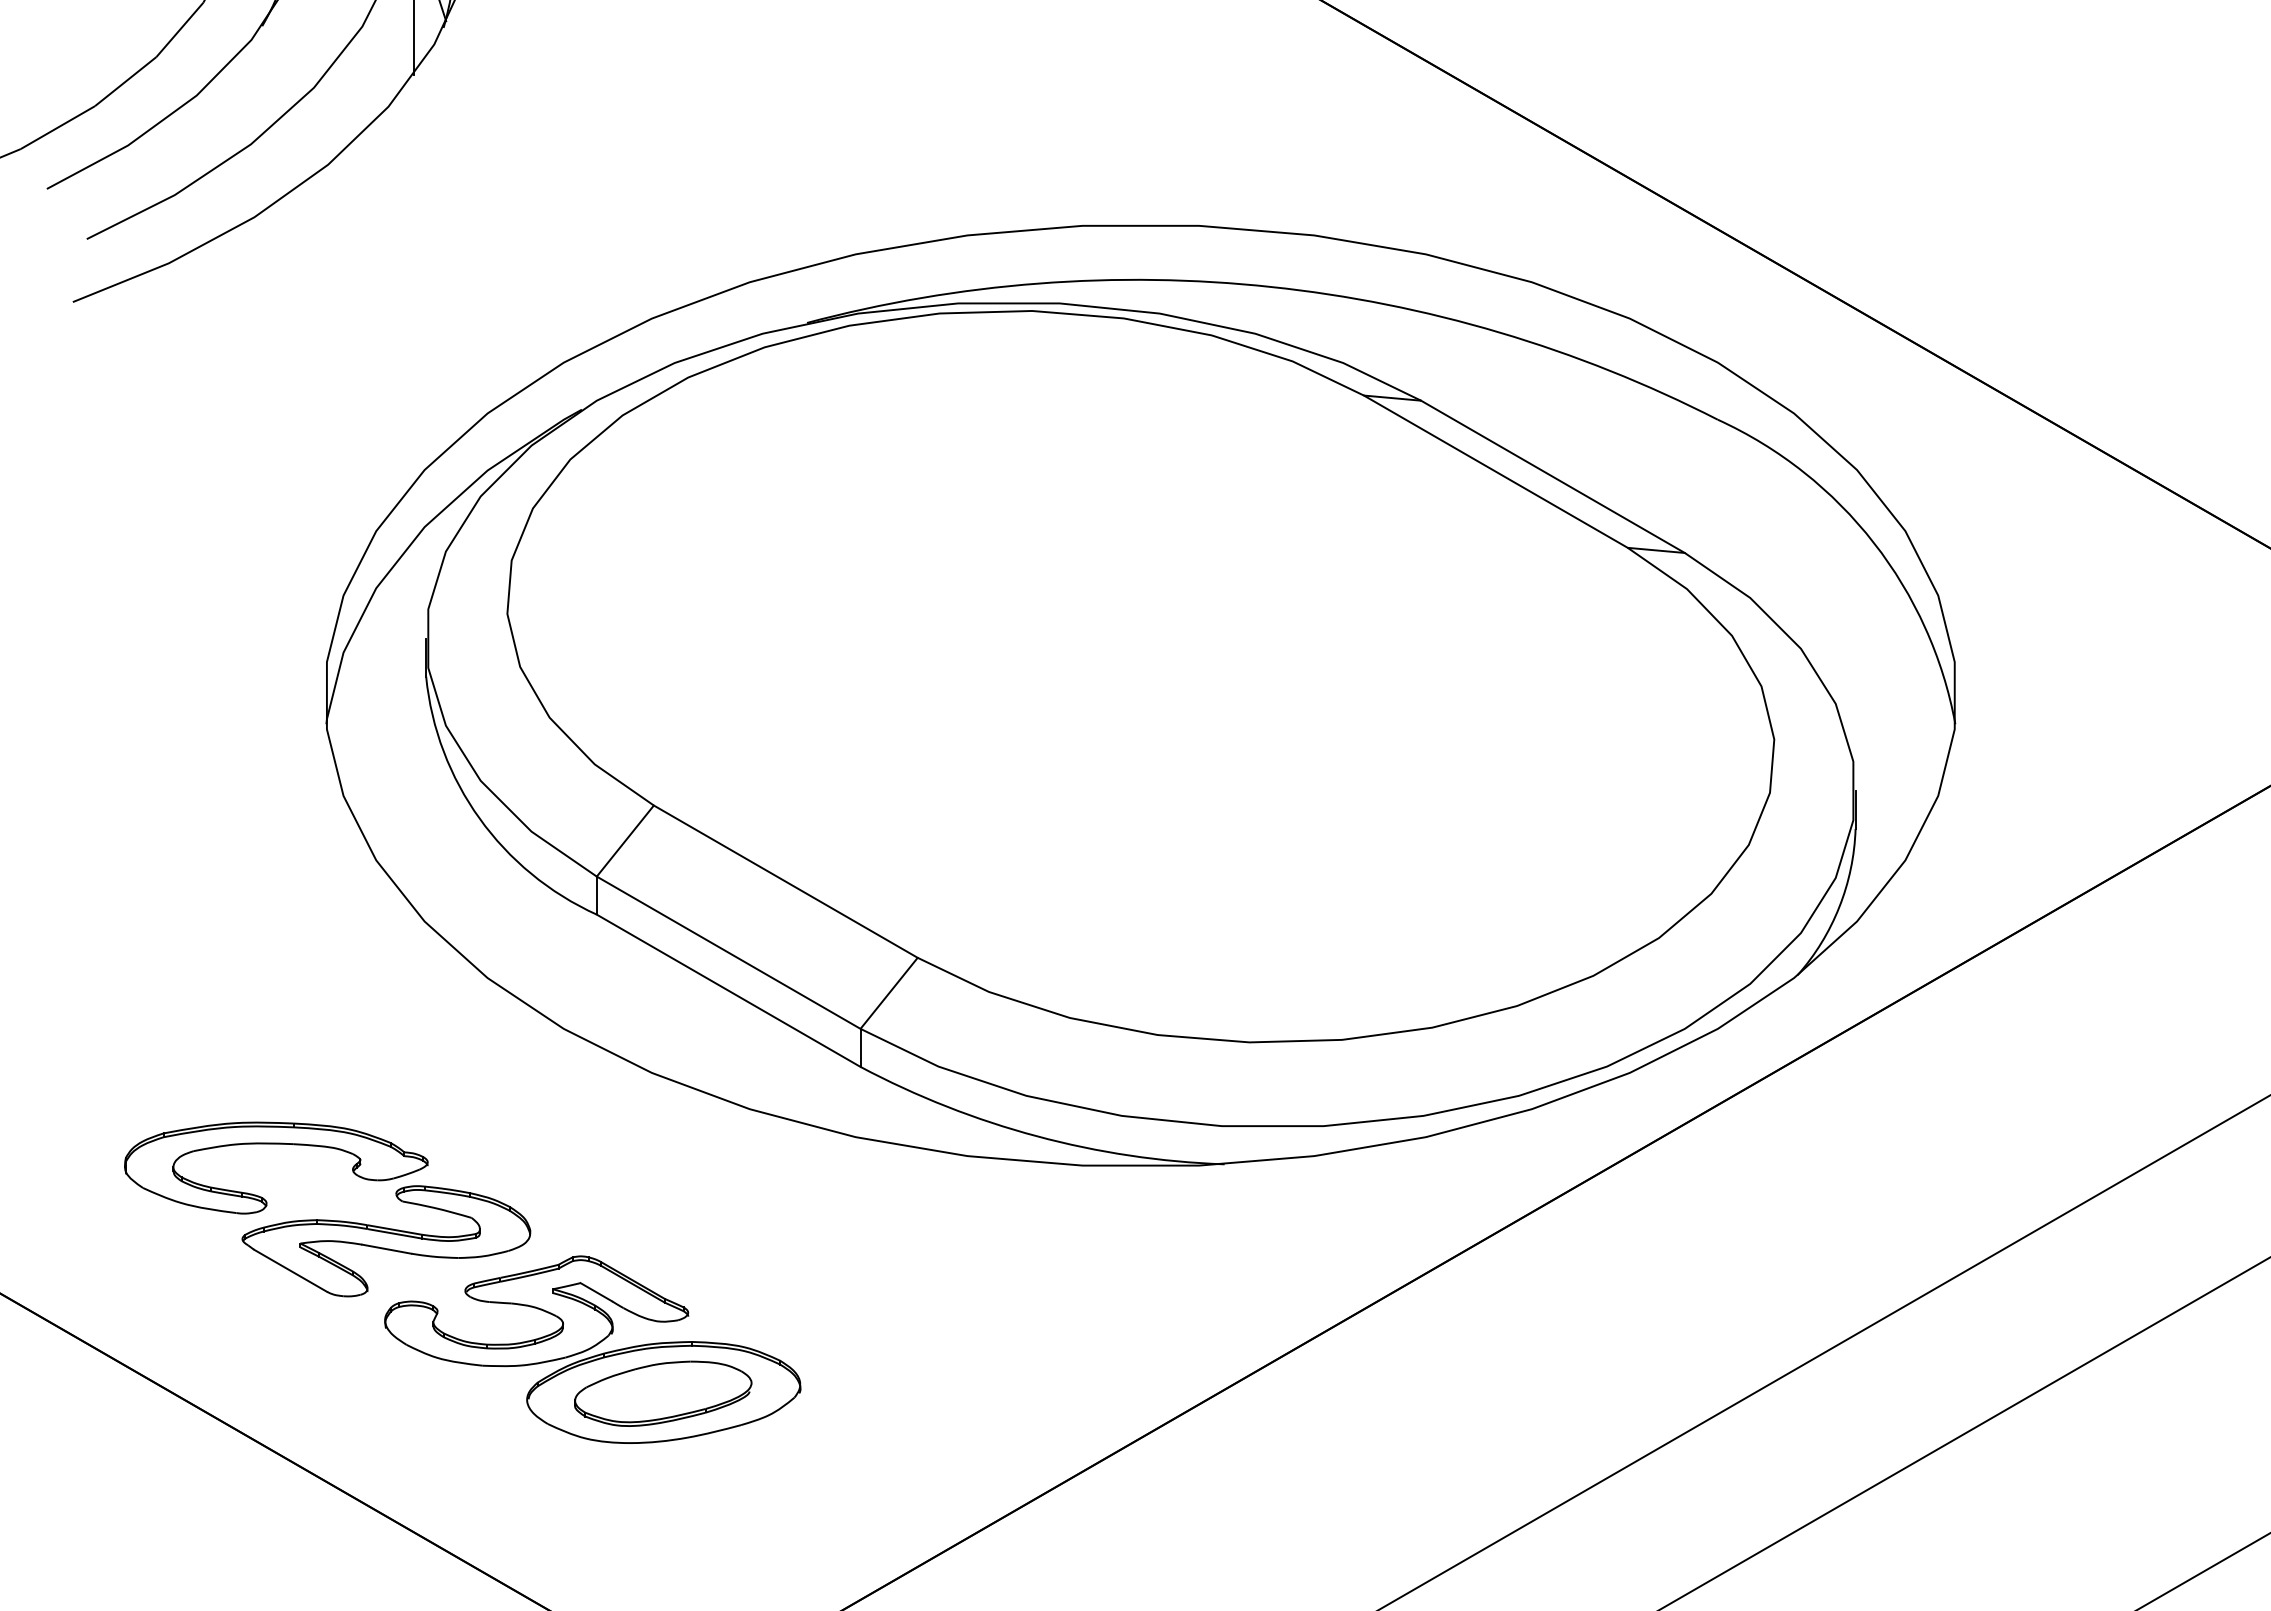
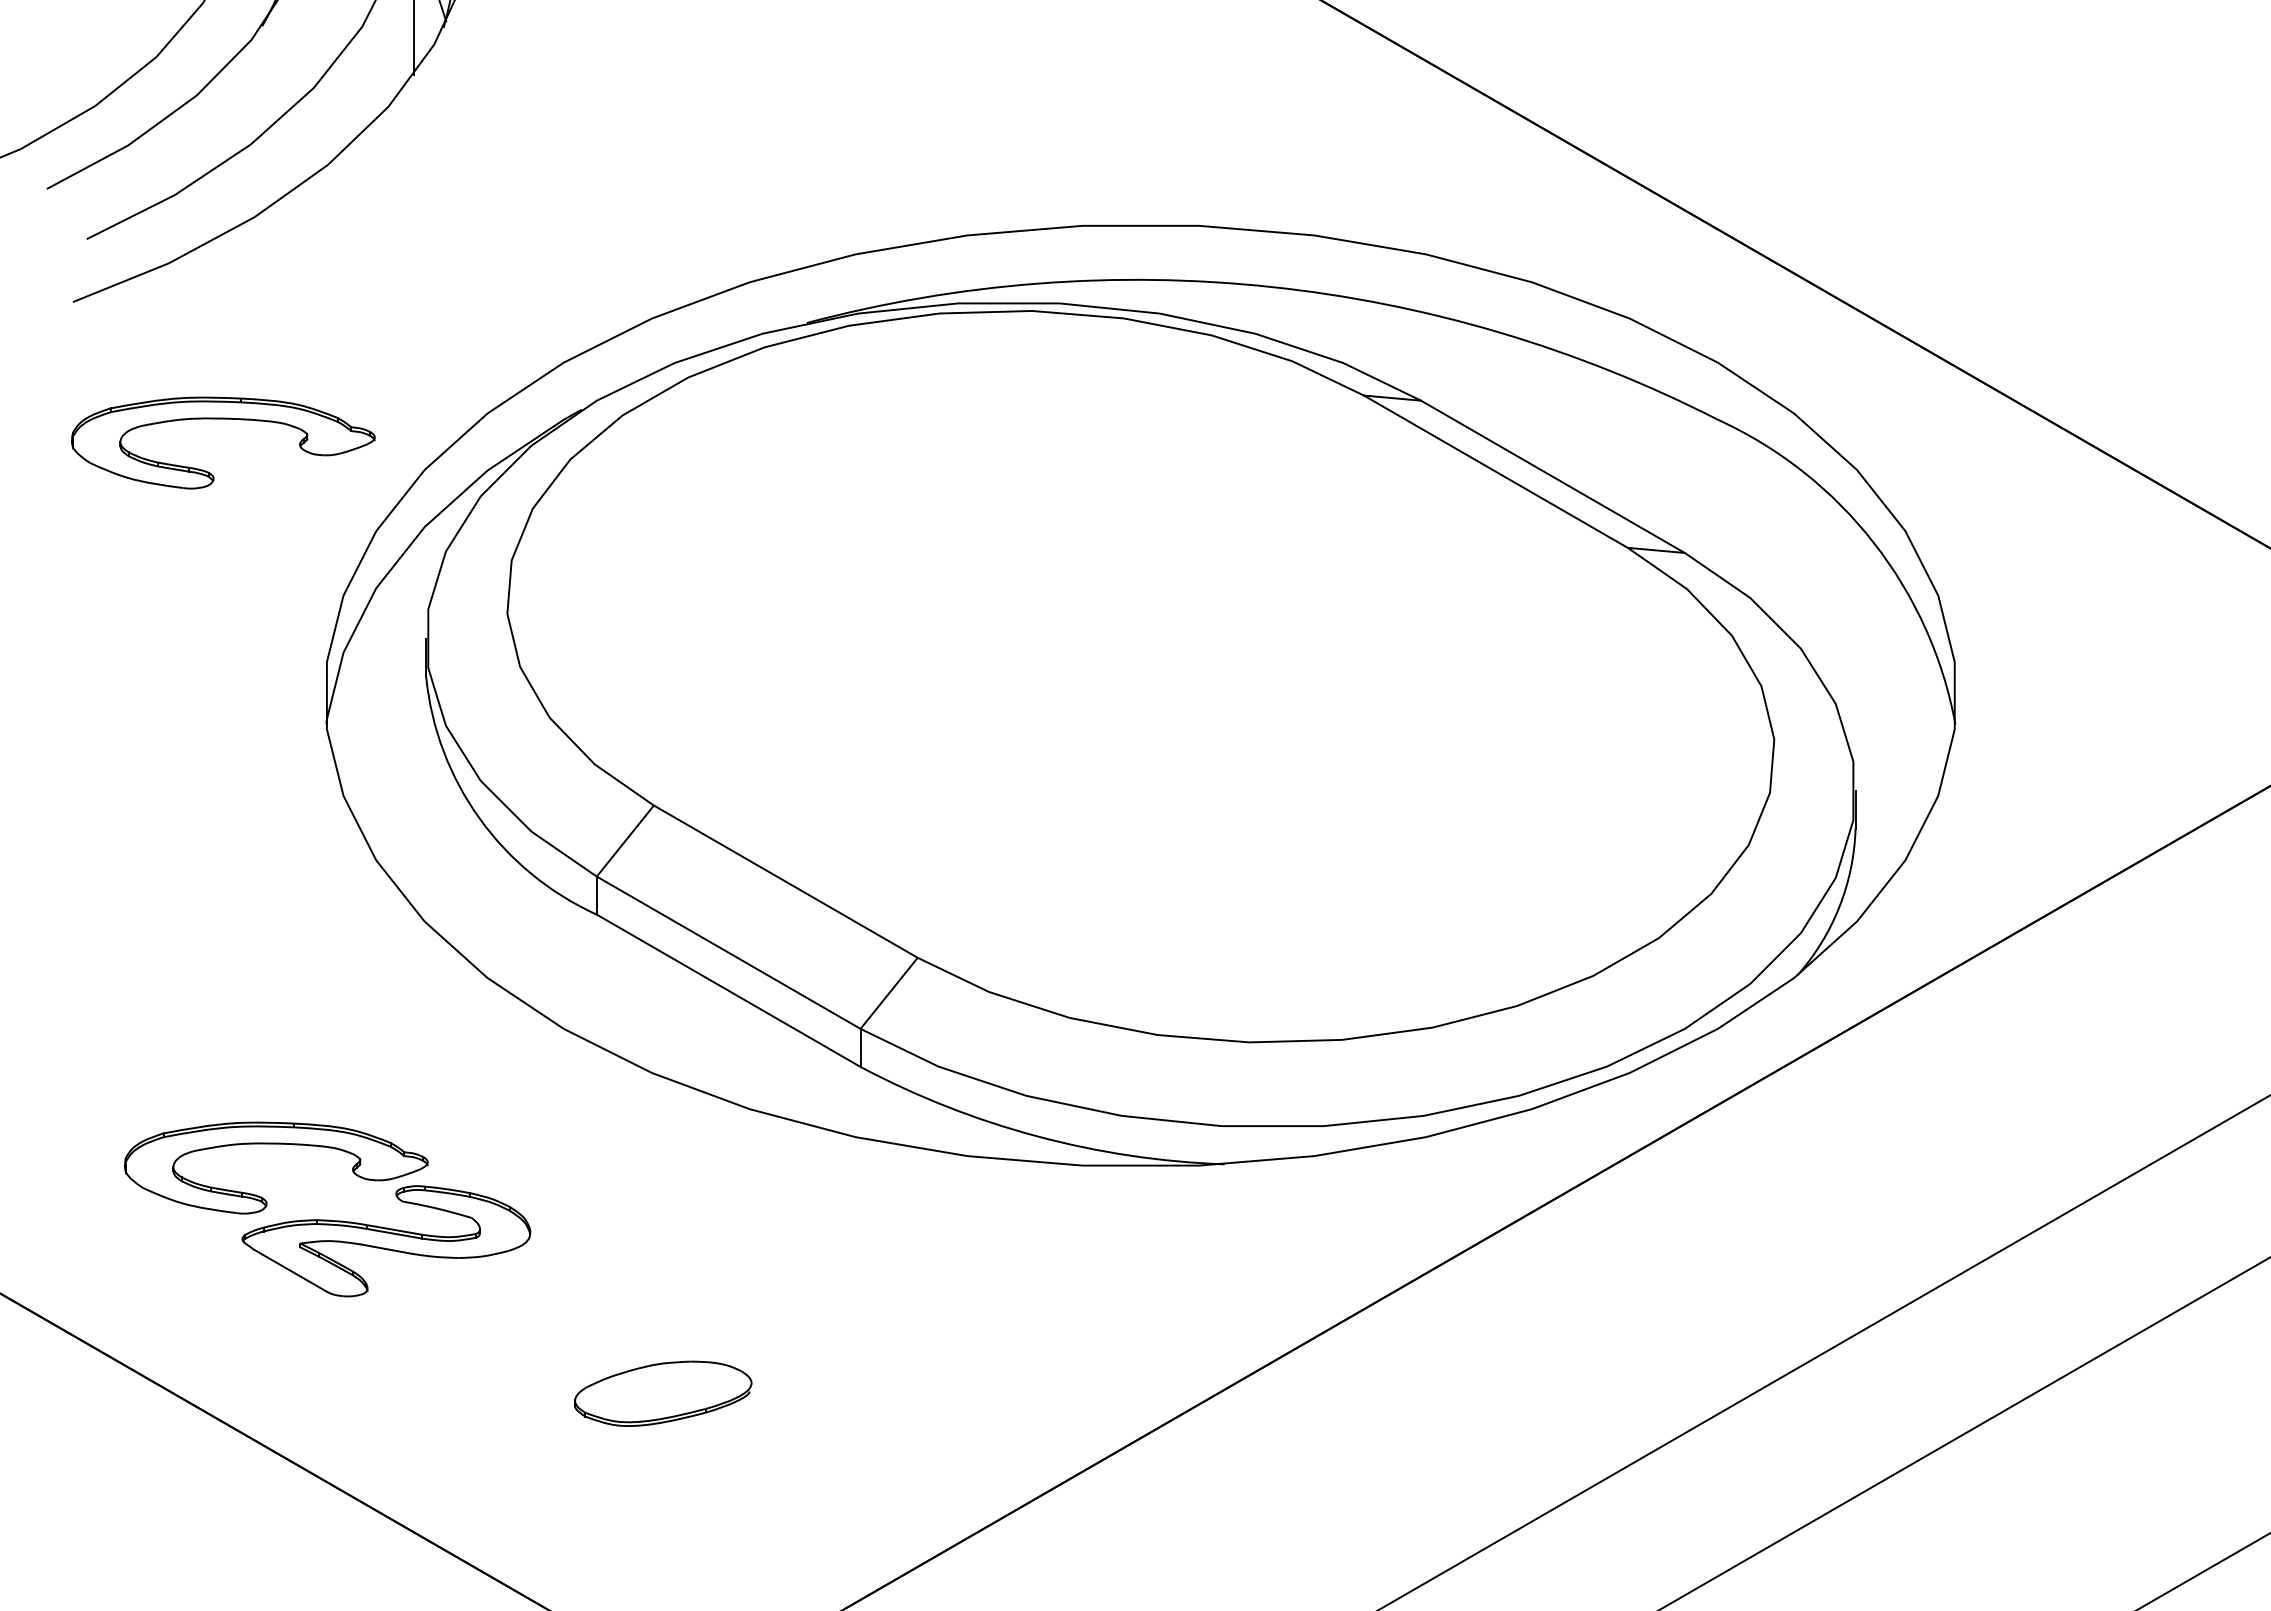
part at (223, 419): none -> present
part at (592, 1349): present -> none
